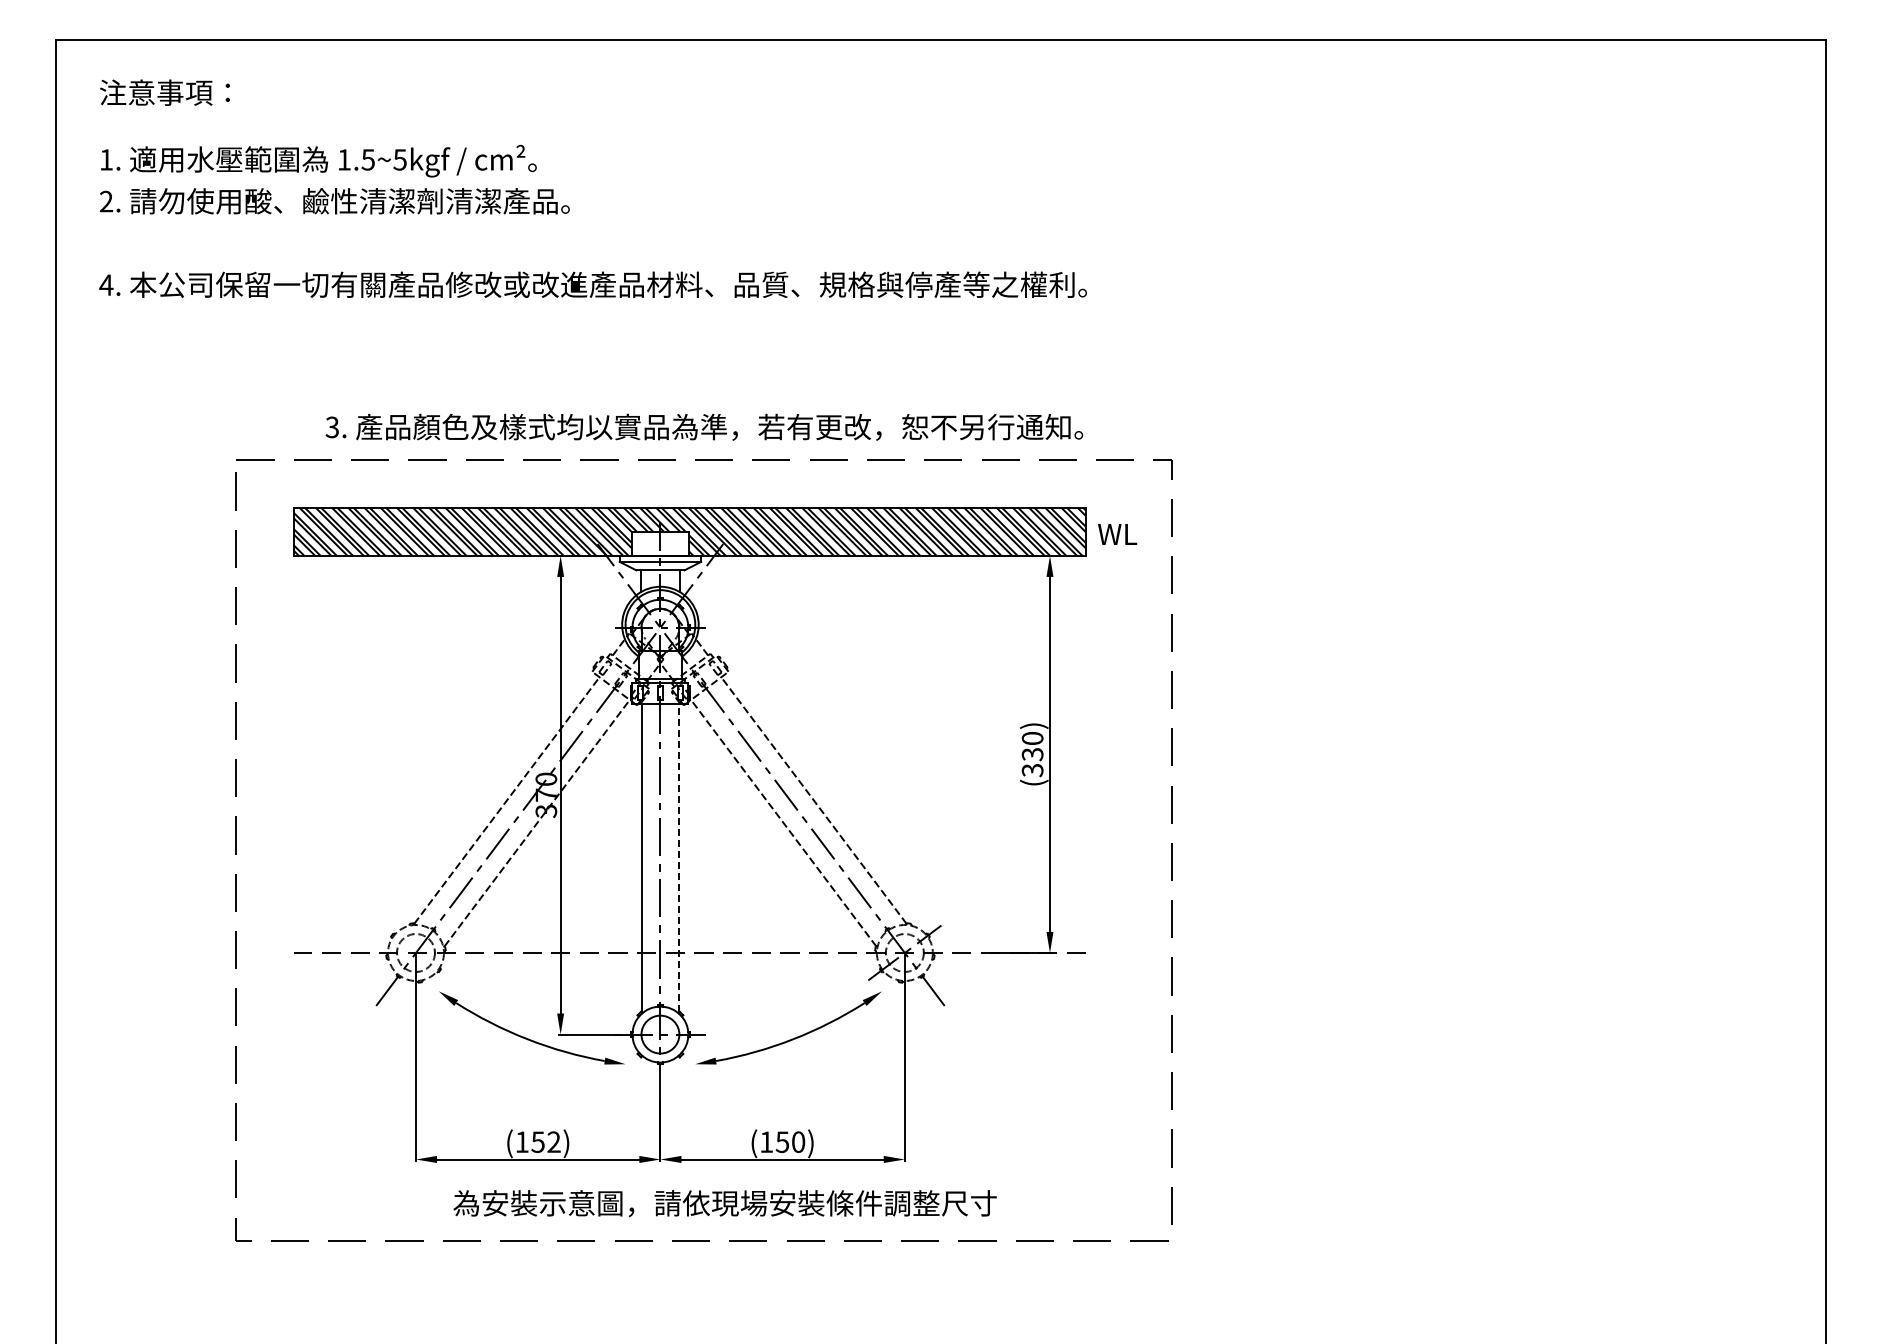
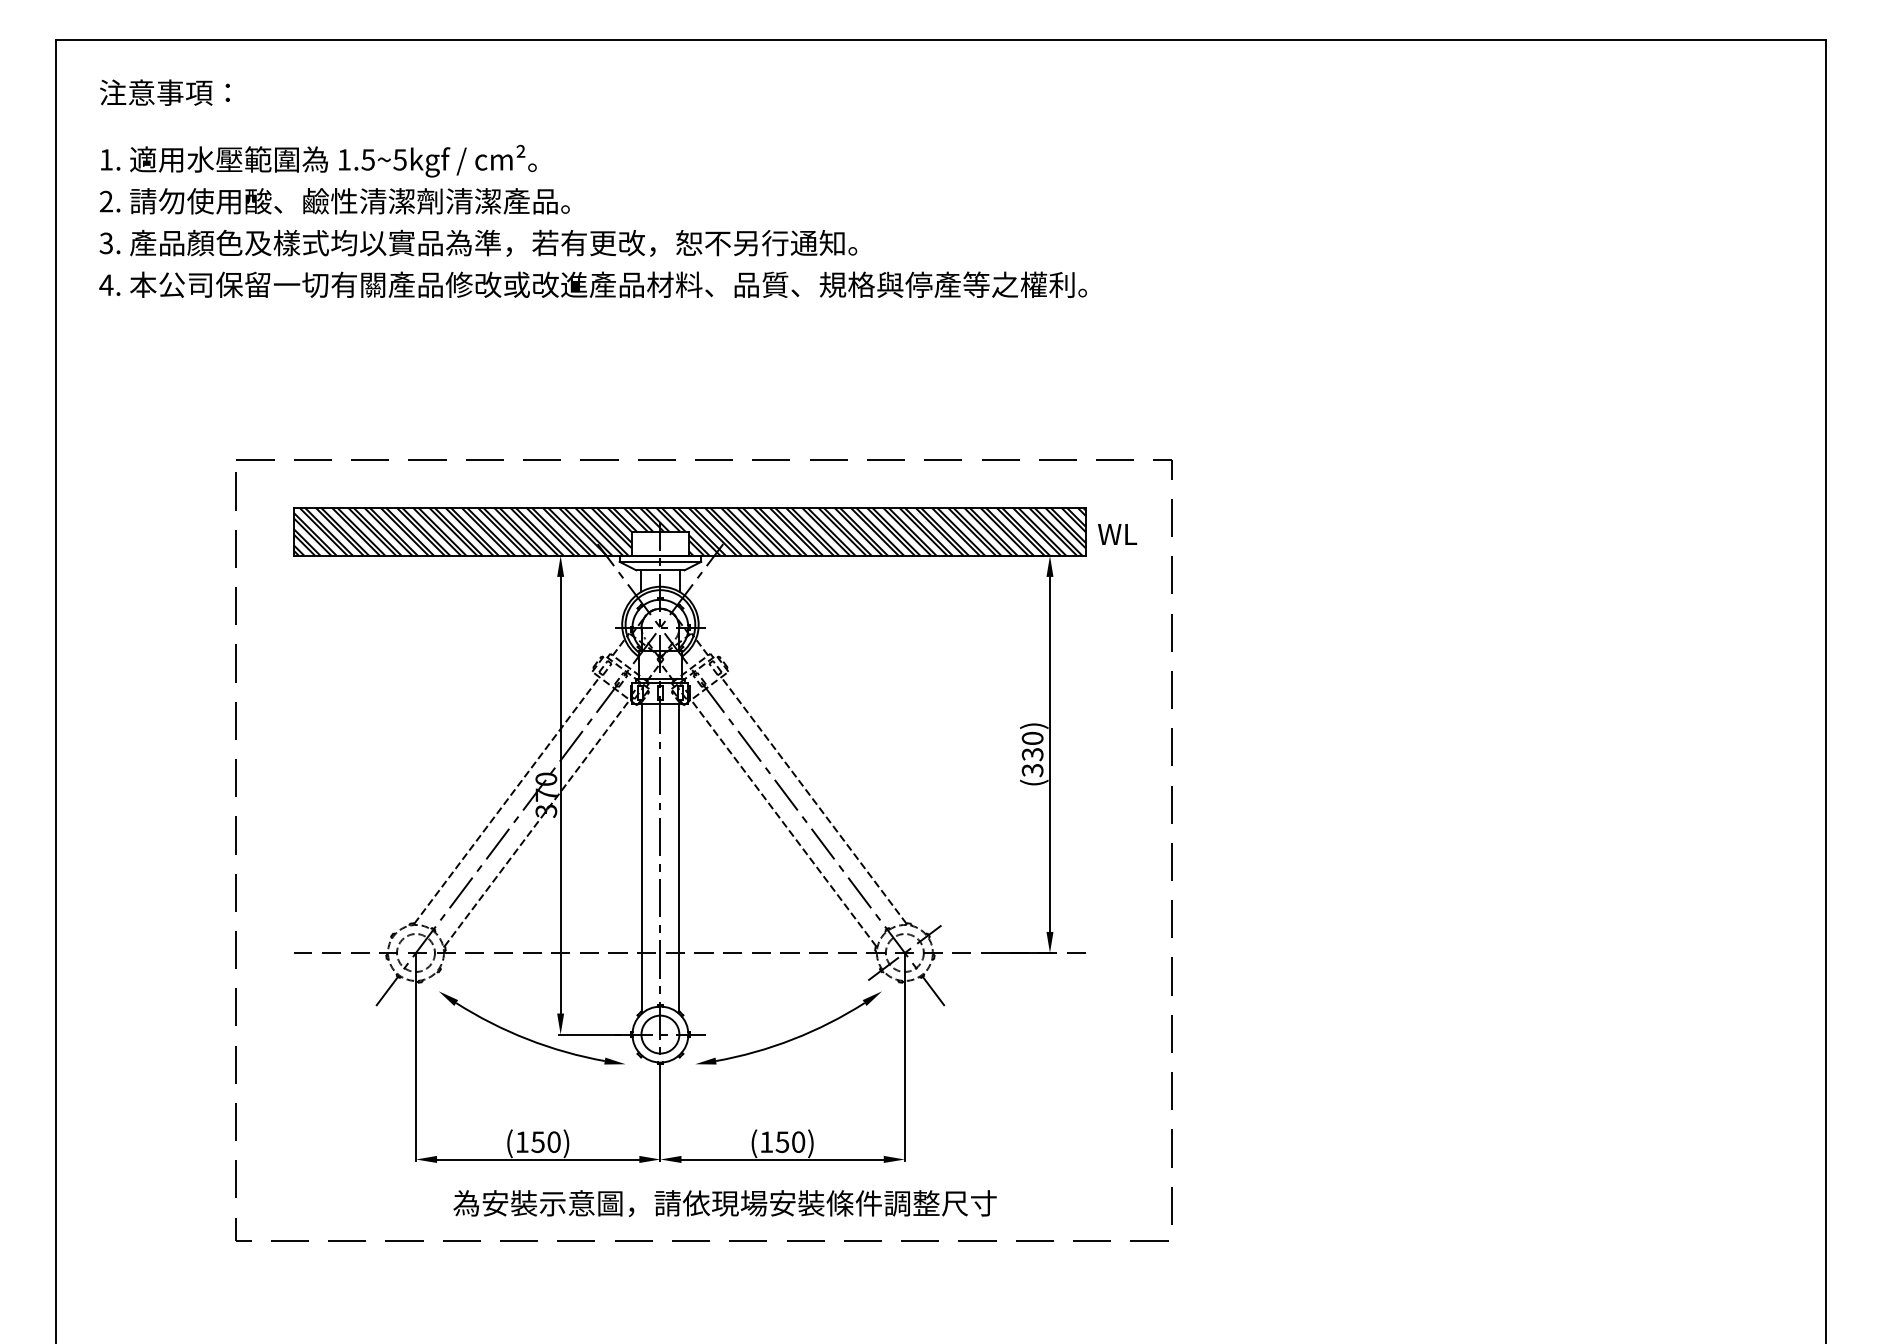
text at (704, 426) position: (704, 426) -> (478, 242)
line at (679, 857): dashed -> solid
text at (553, 1142): (152) -> (150)
